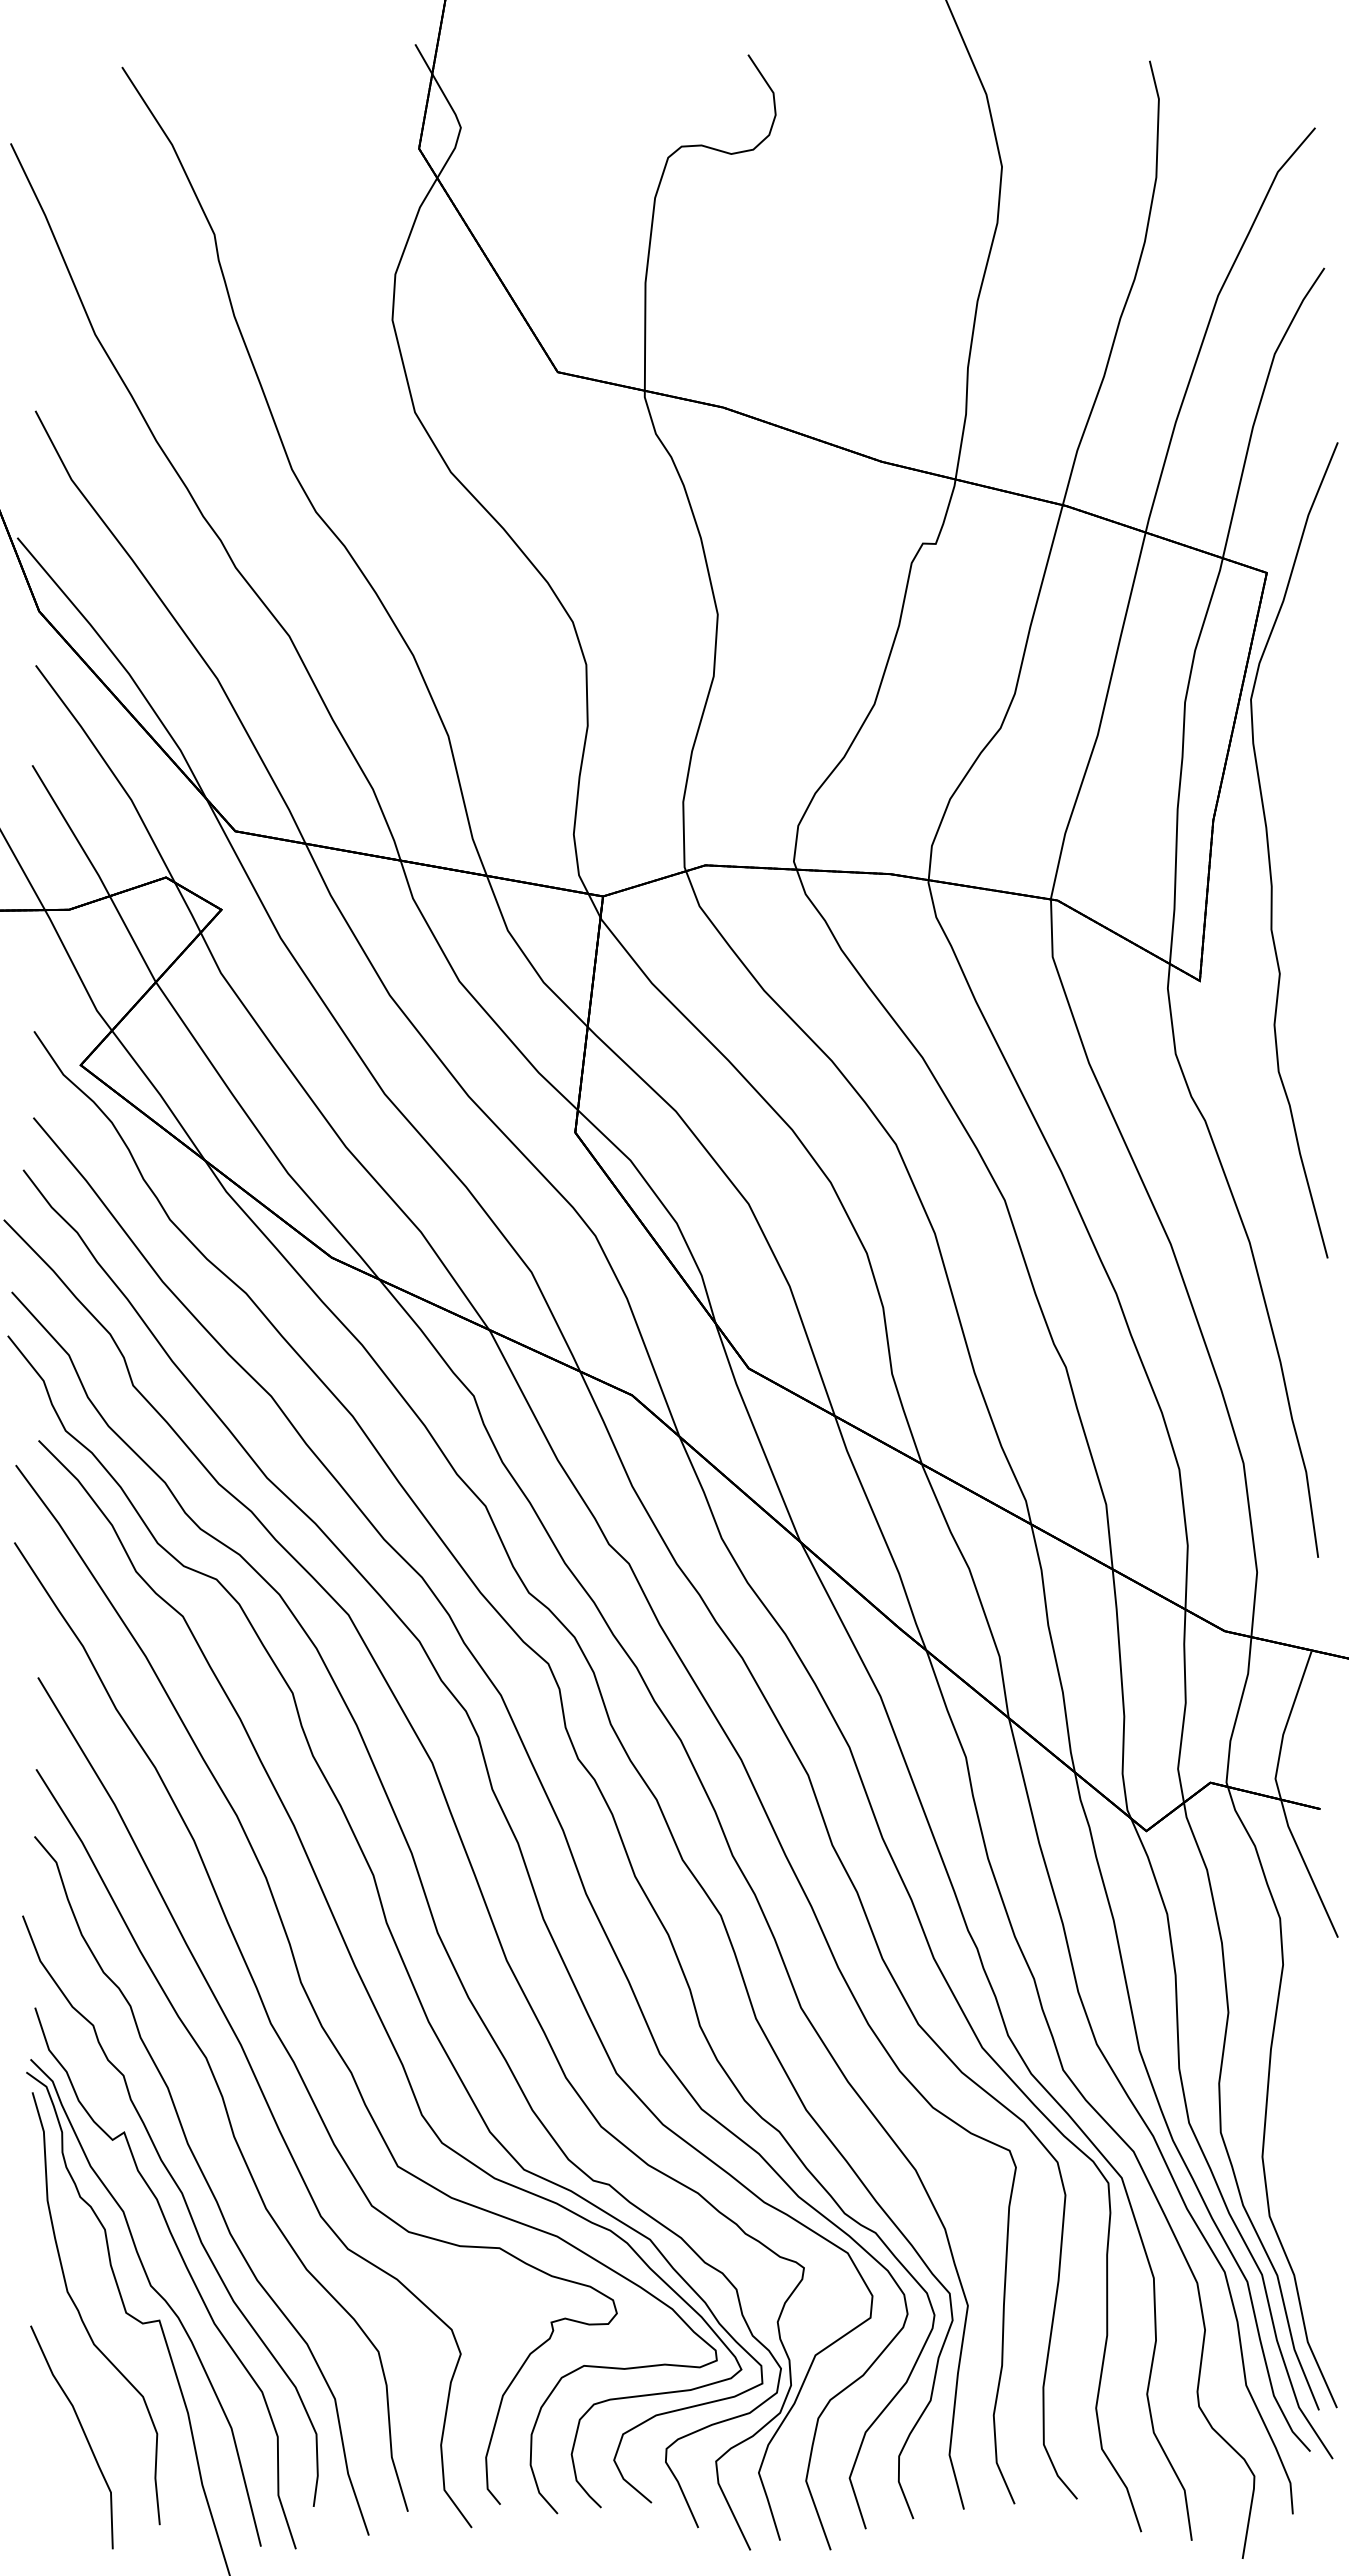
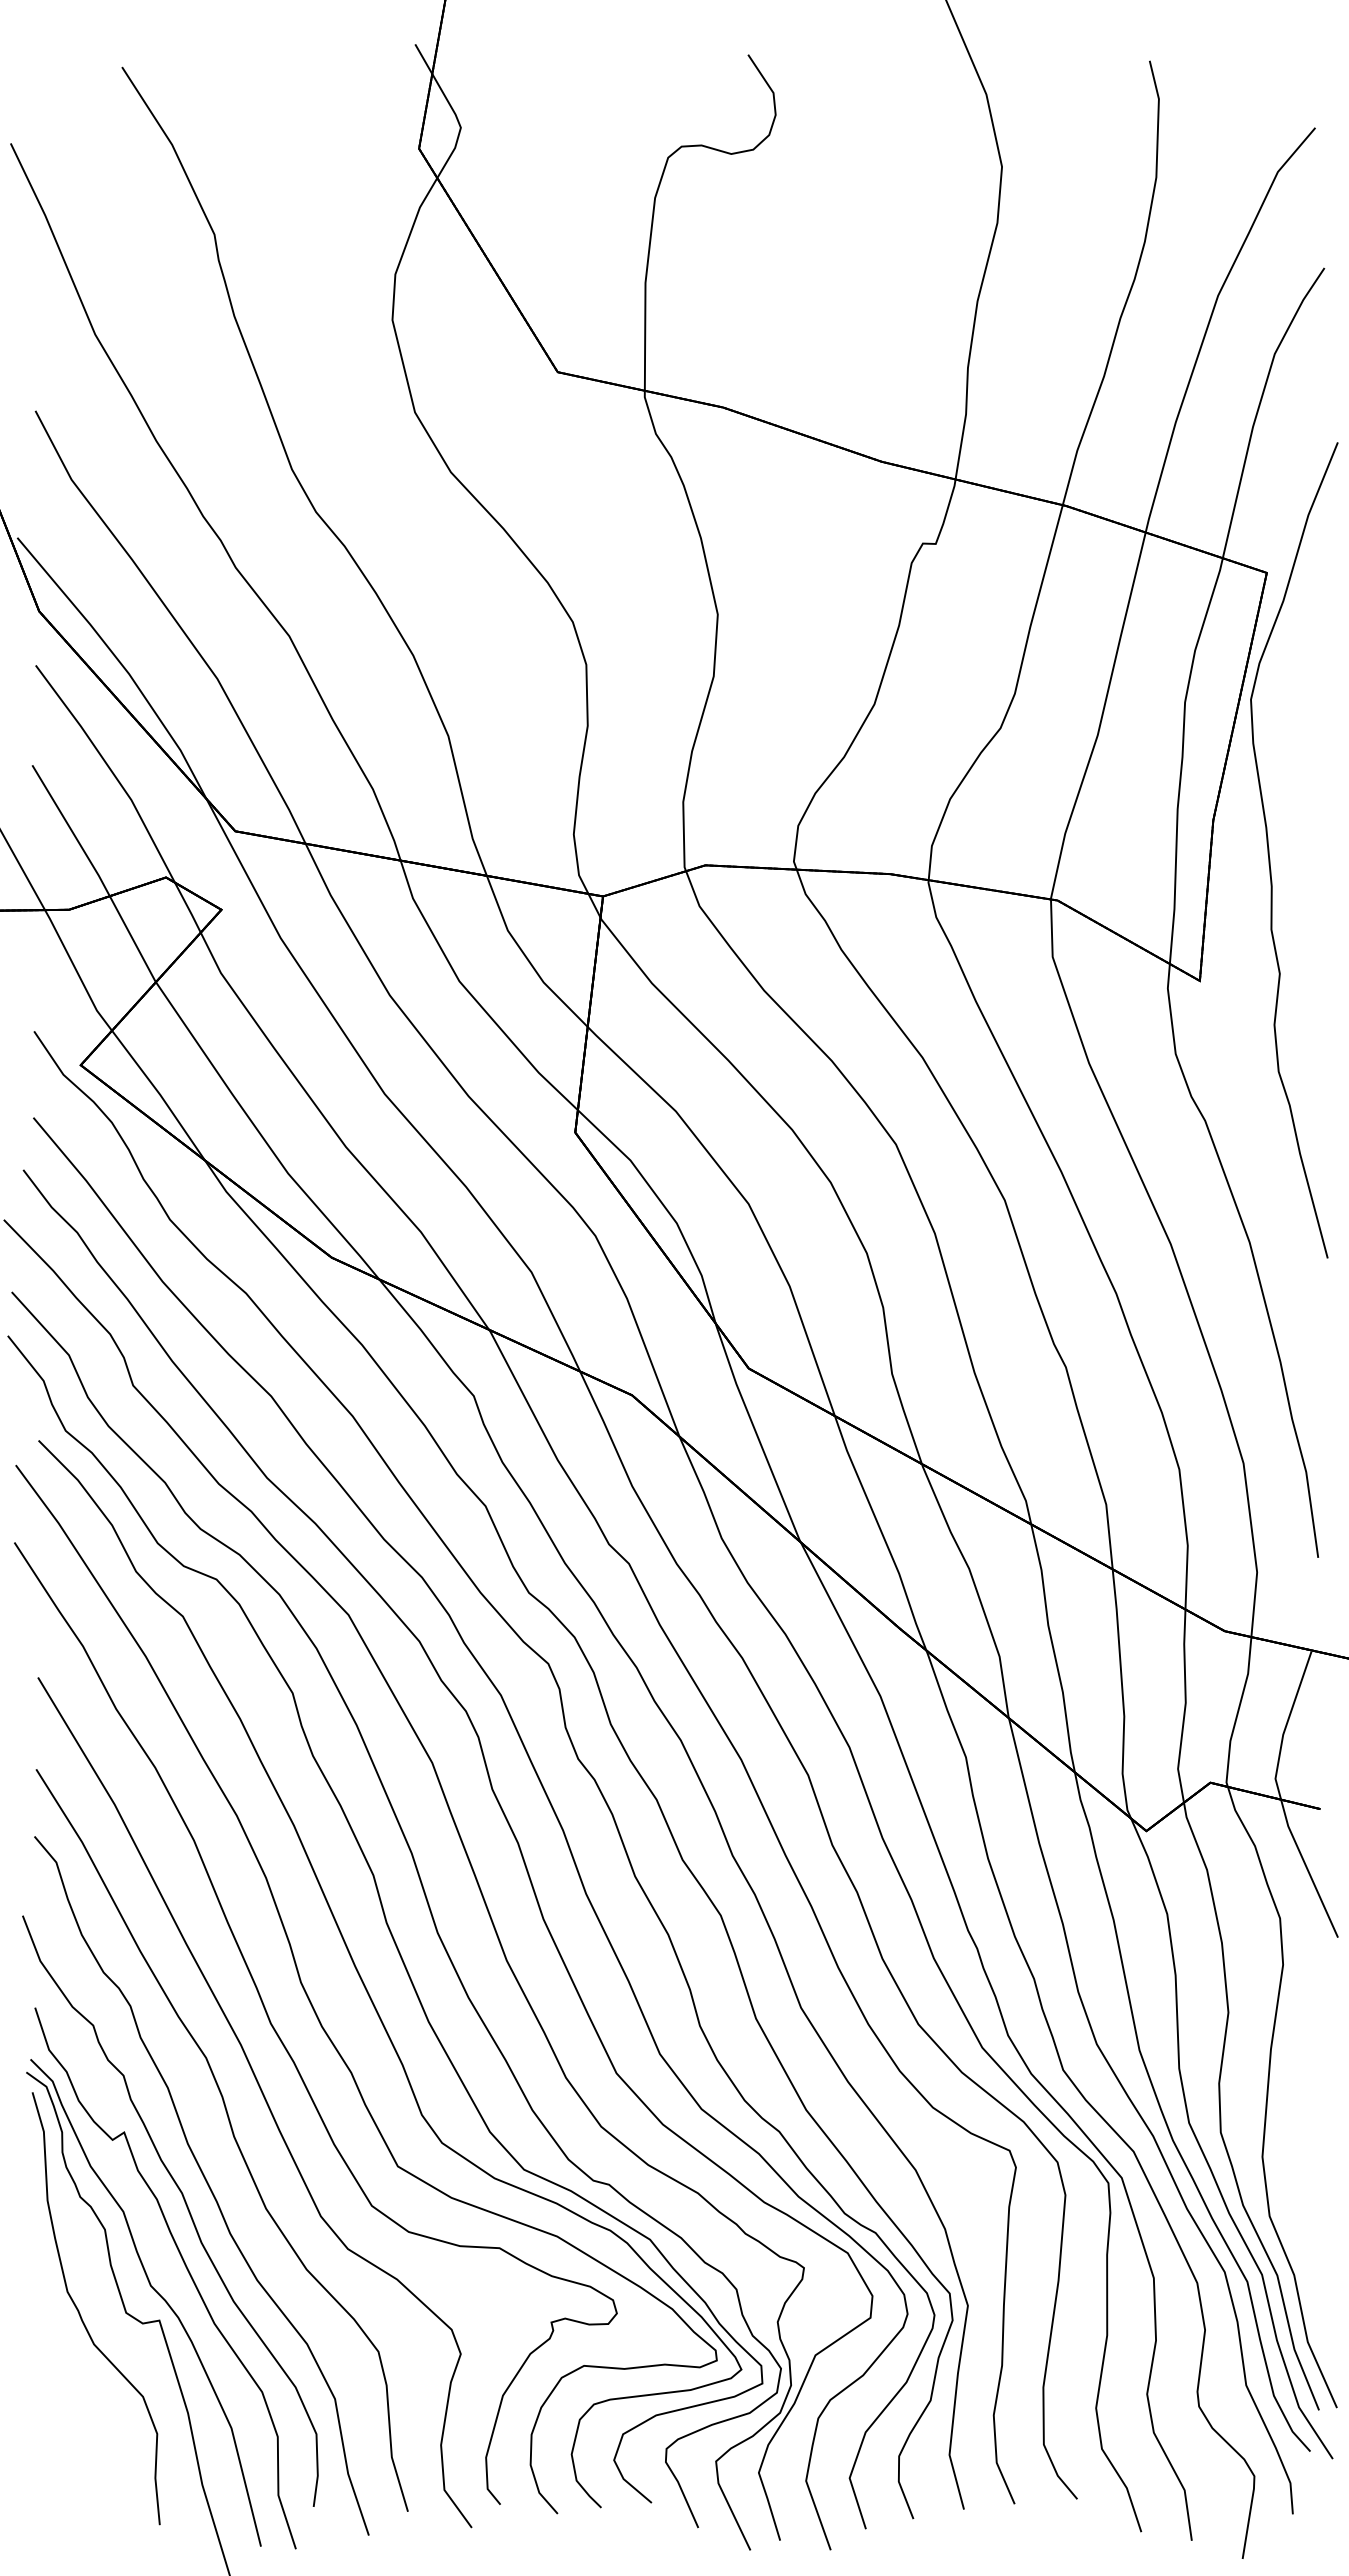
curve at (82, 2431): present -> none
